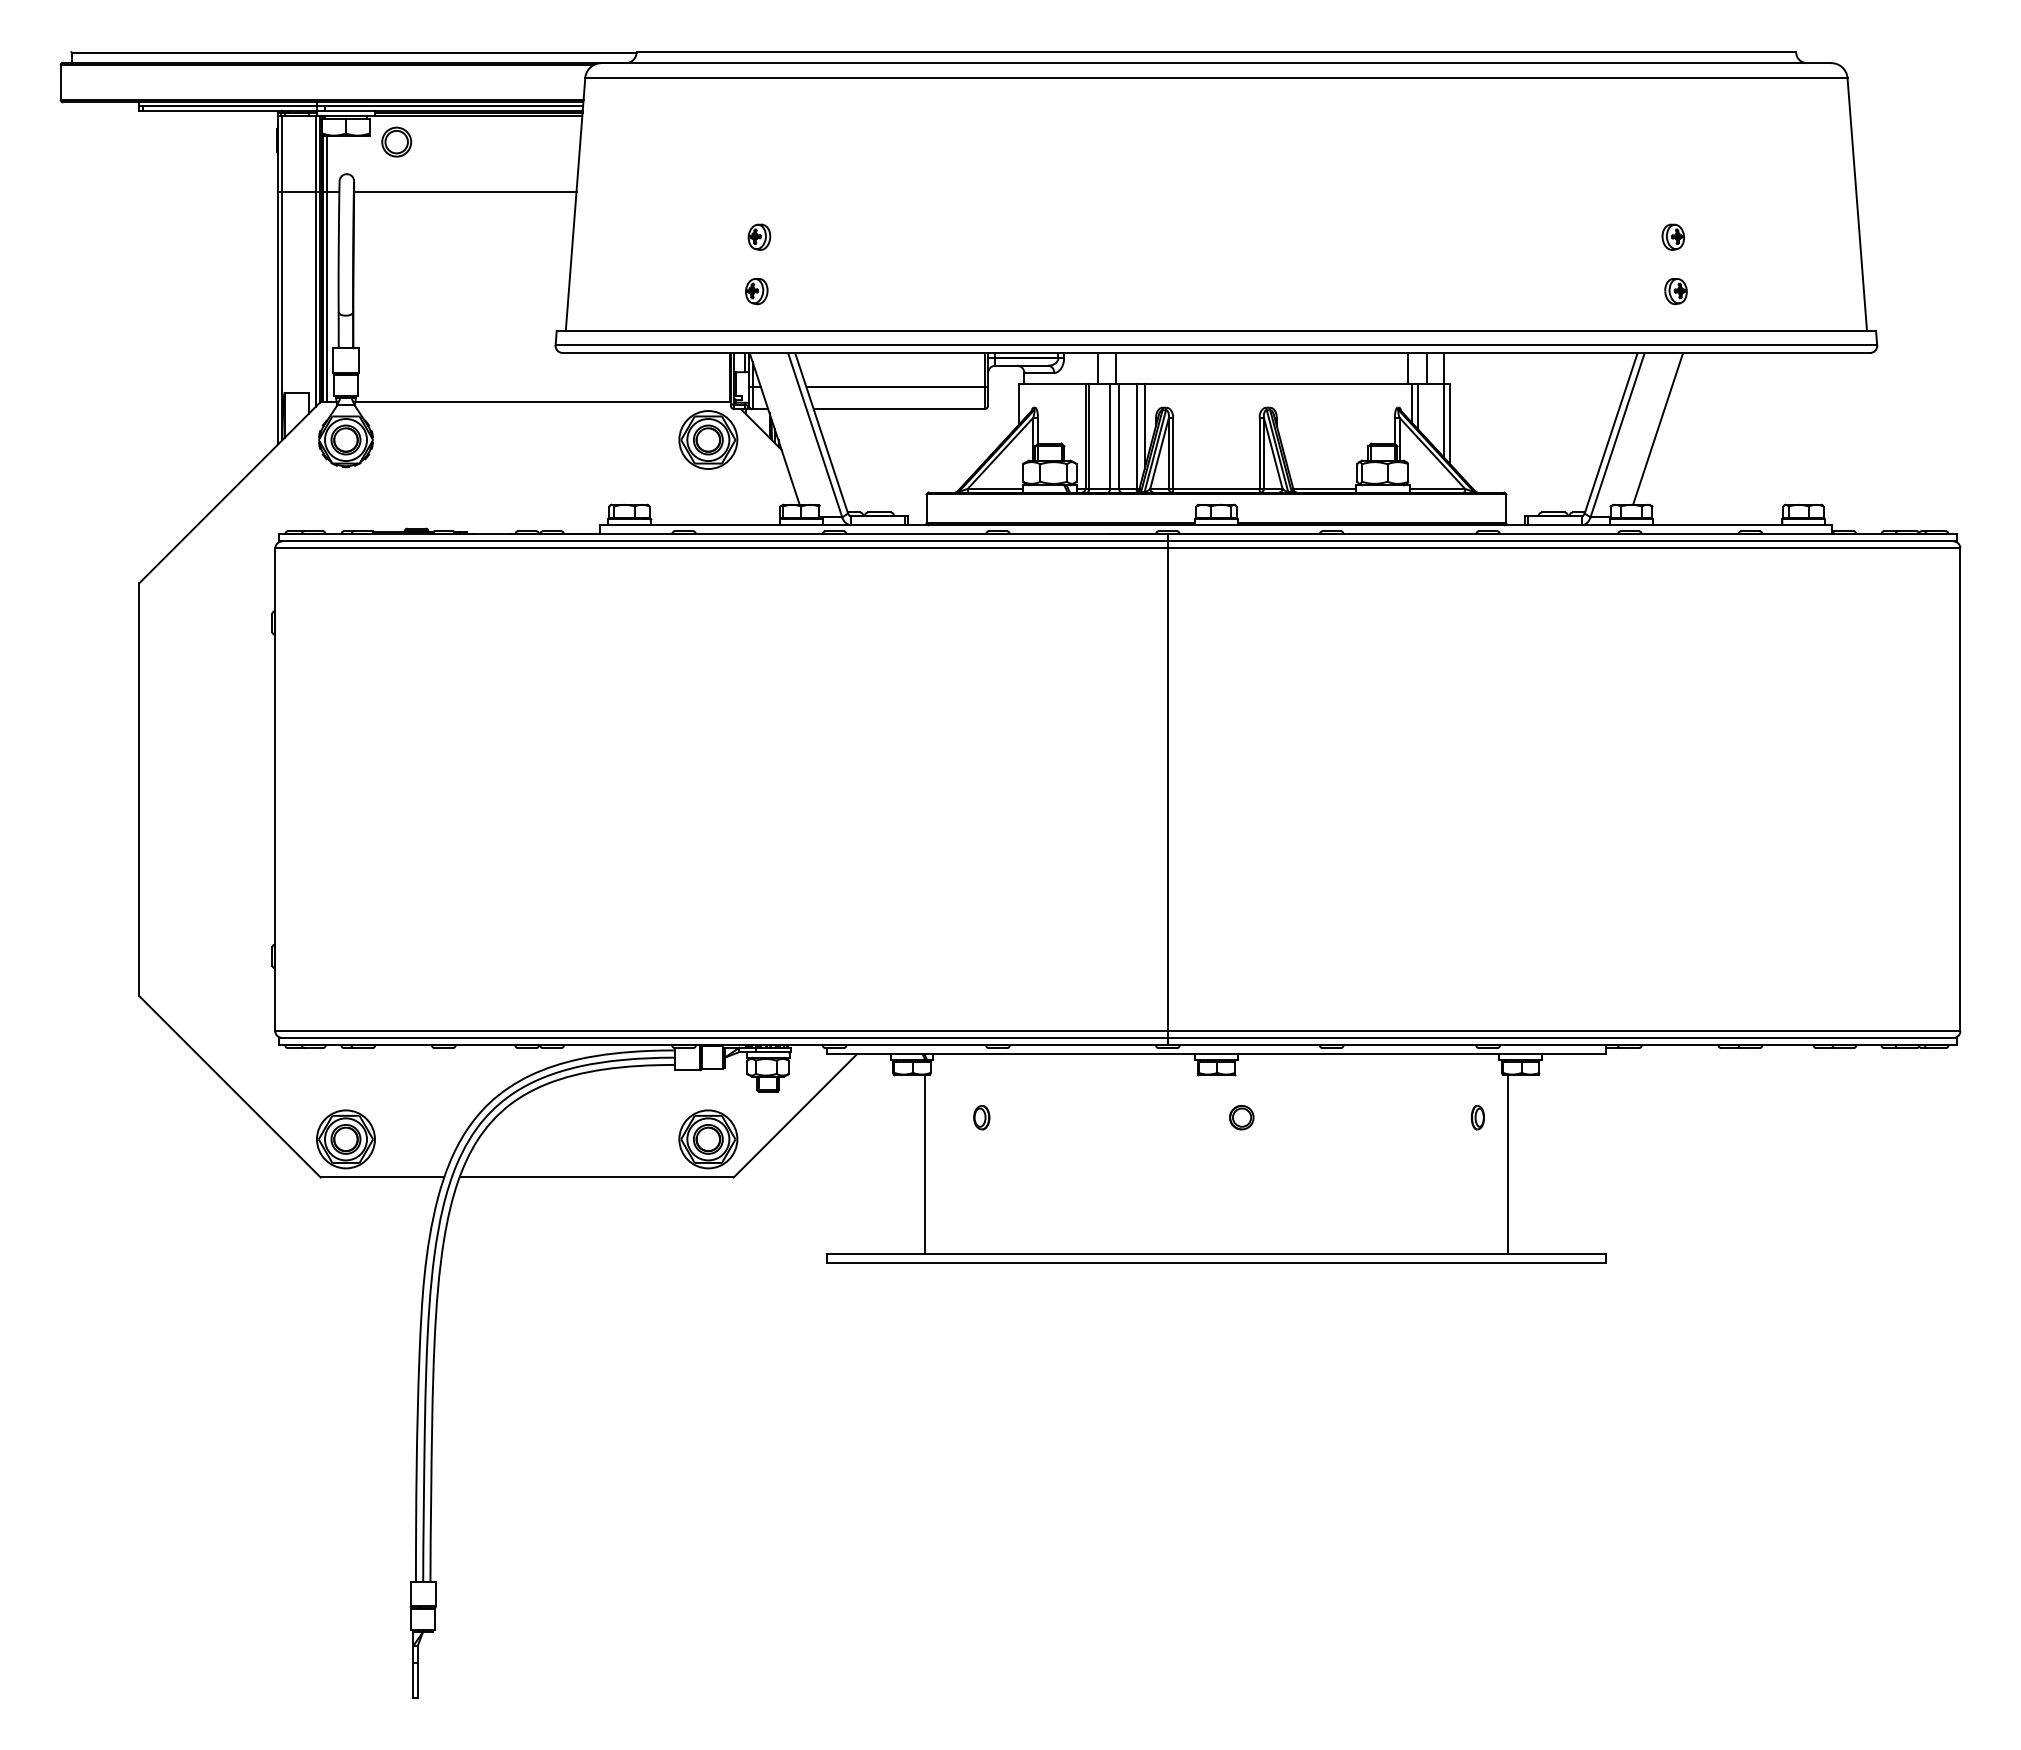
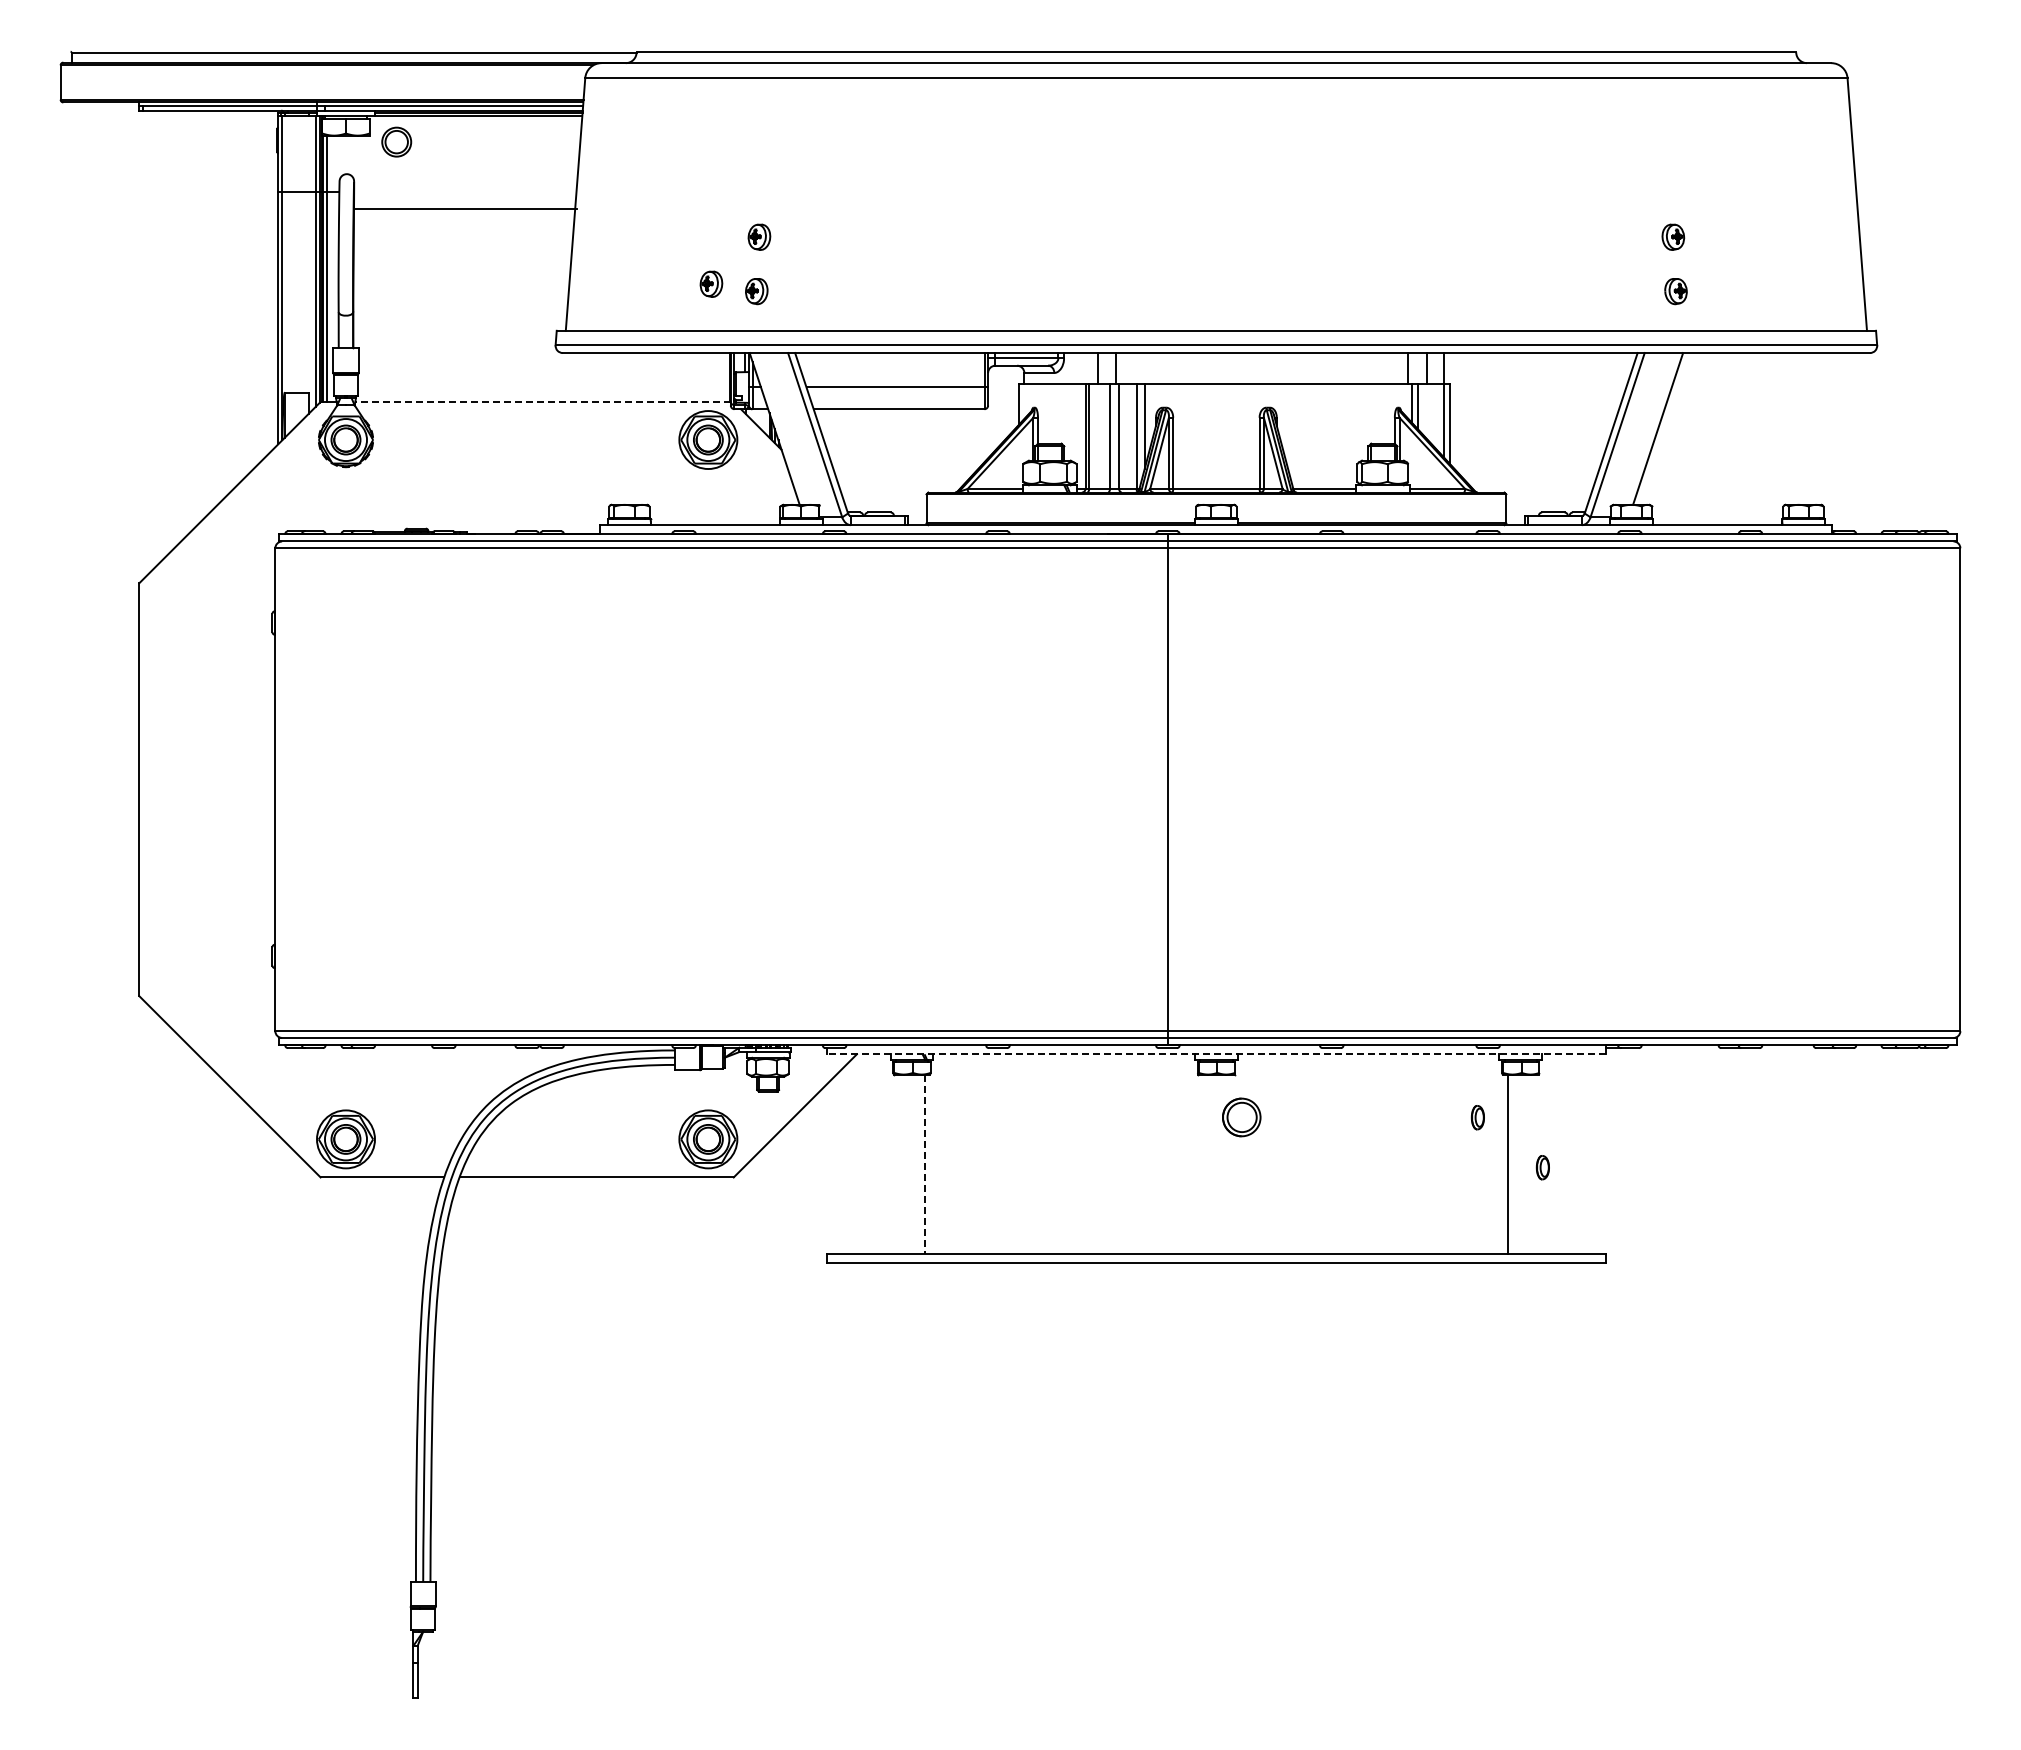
line at (465, 191) position: (465, 191) -> (465, 208)
part at (711, 283): none -> present
line at (543, 401): solid -> dashed
line at (1216, 1054): solid -> dashed
part at (981, 1117): present -> none
part at (1241, 1117) size: 26x26 px -> 40x41 px
line at (924, 1164): solid -> dashed
part at (1542, 1167): none -> present
